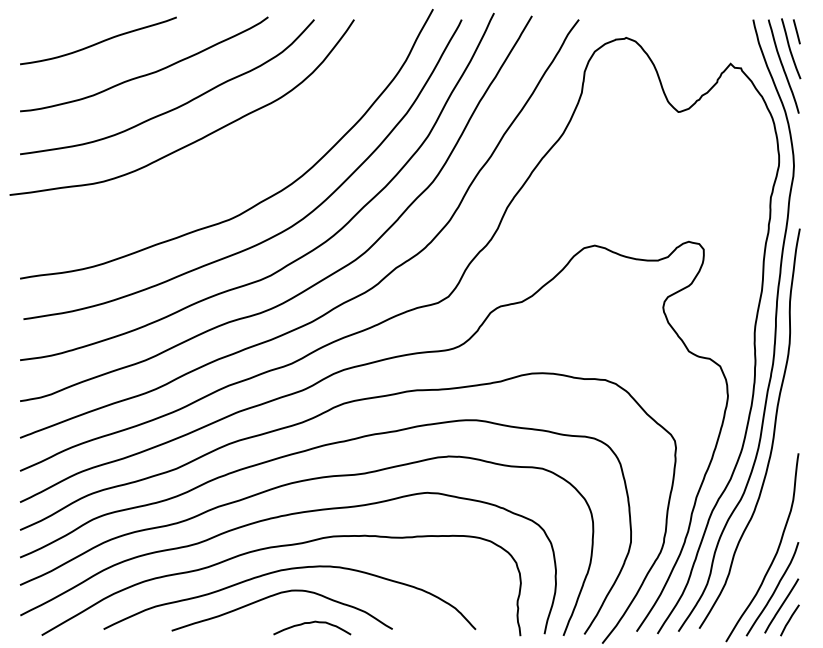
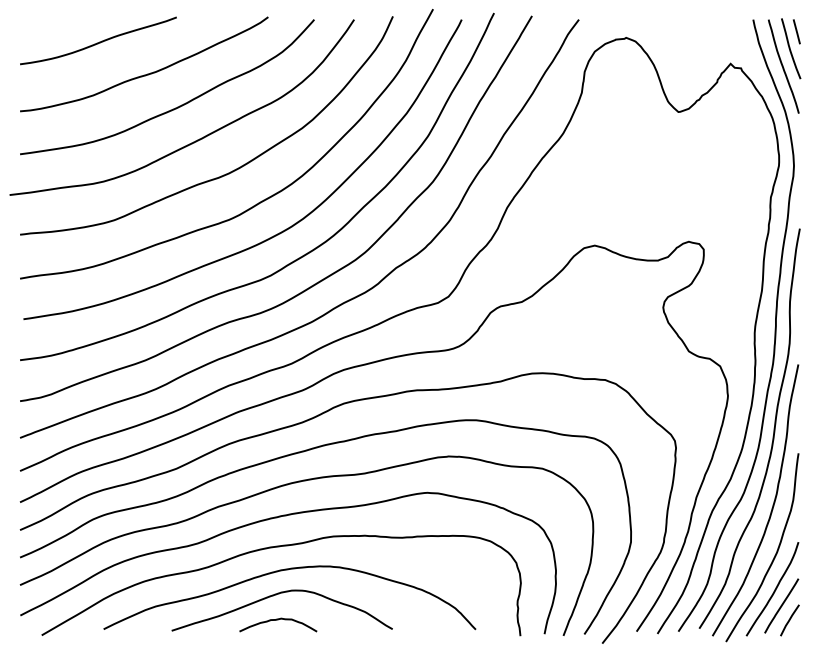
curve at (223, 174): none -> present
curve at (772, 504): none -> present
curve at (312, 623) position: (312, 623) -> (278, 620)
